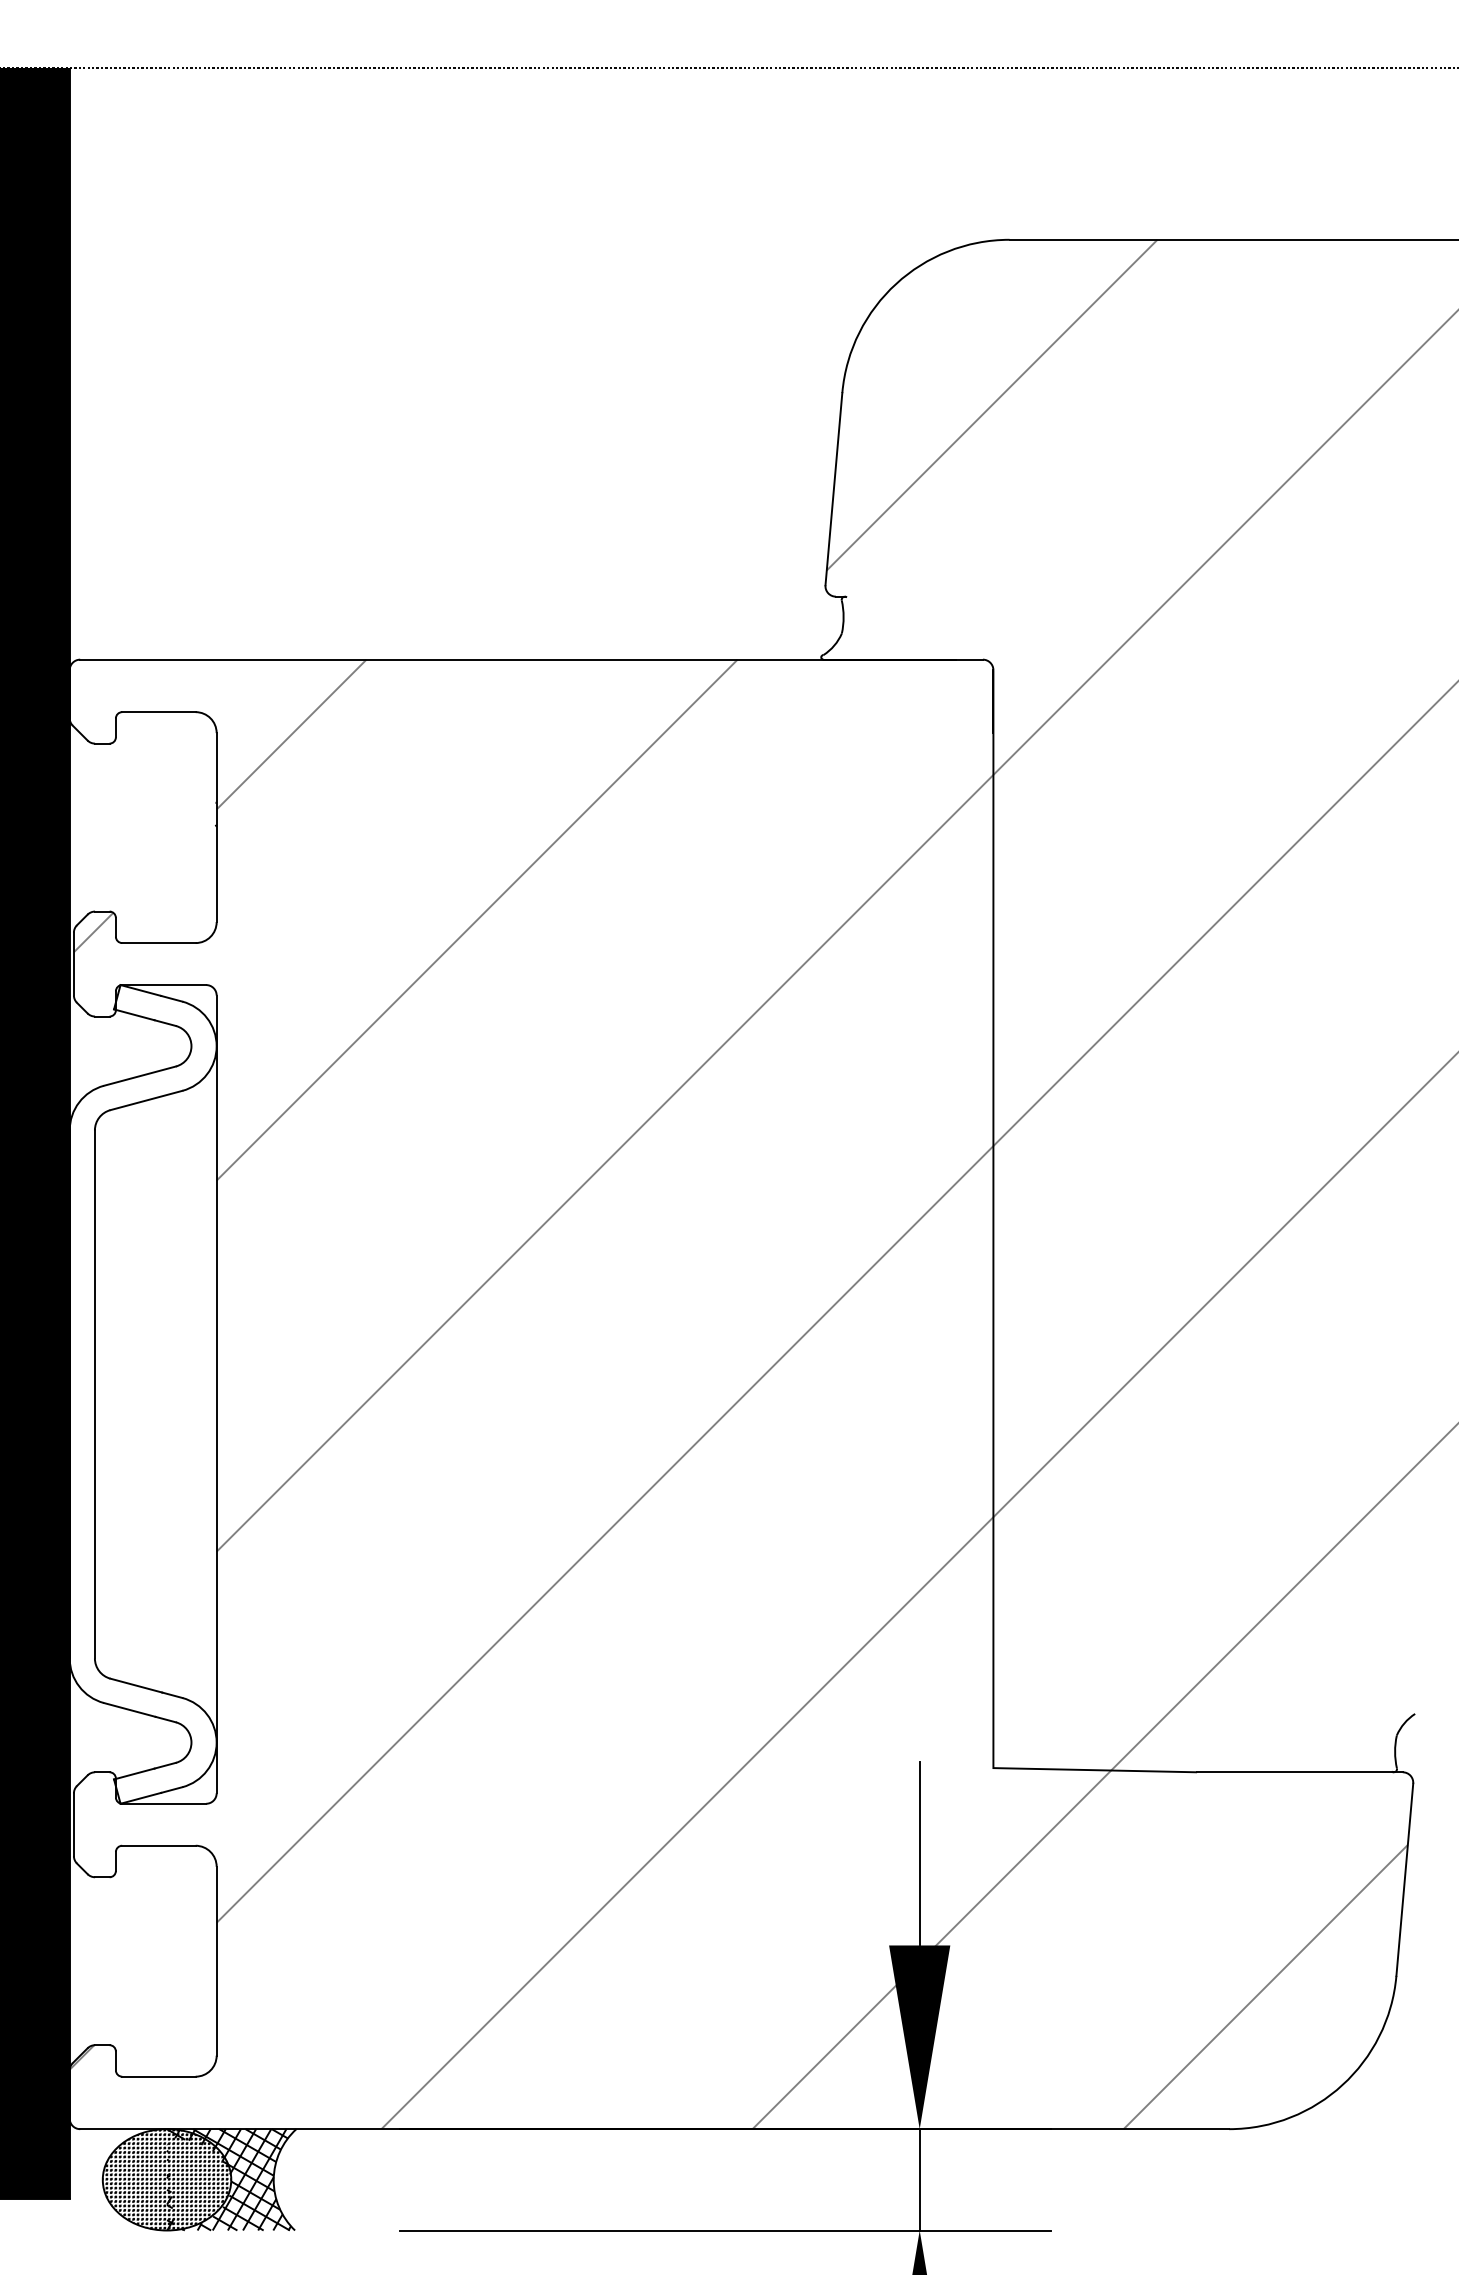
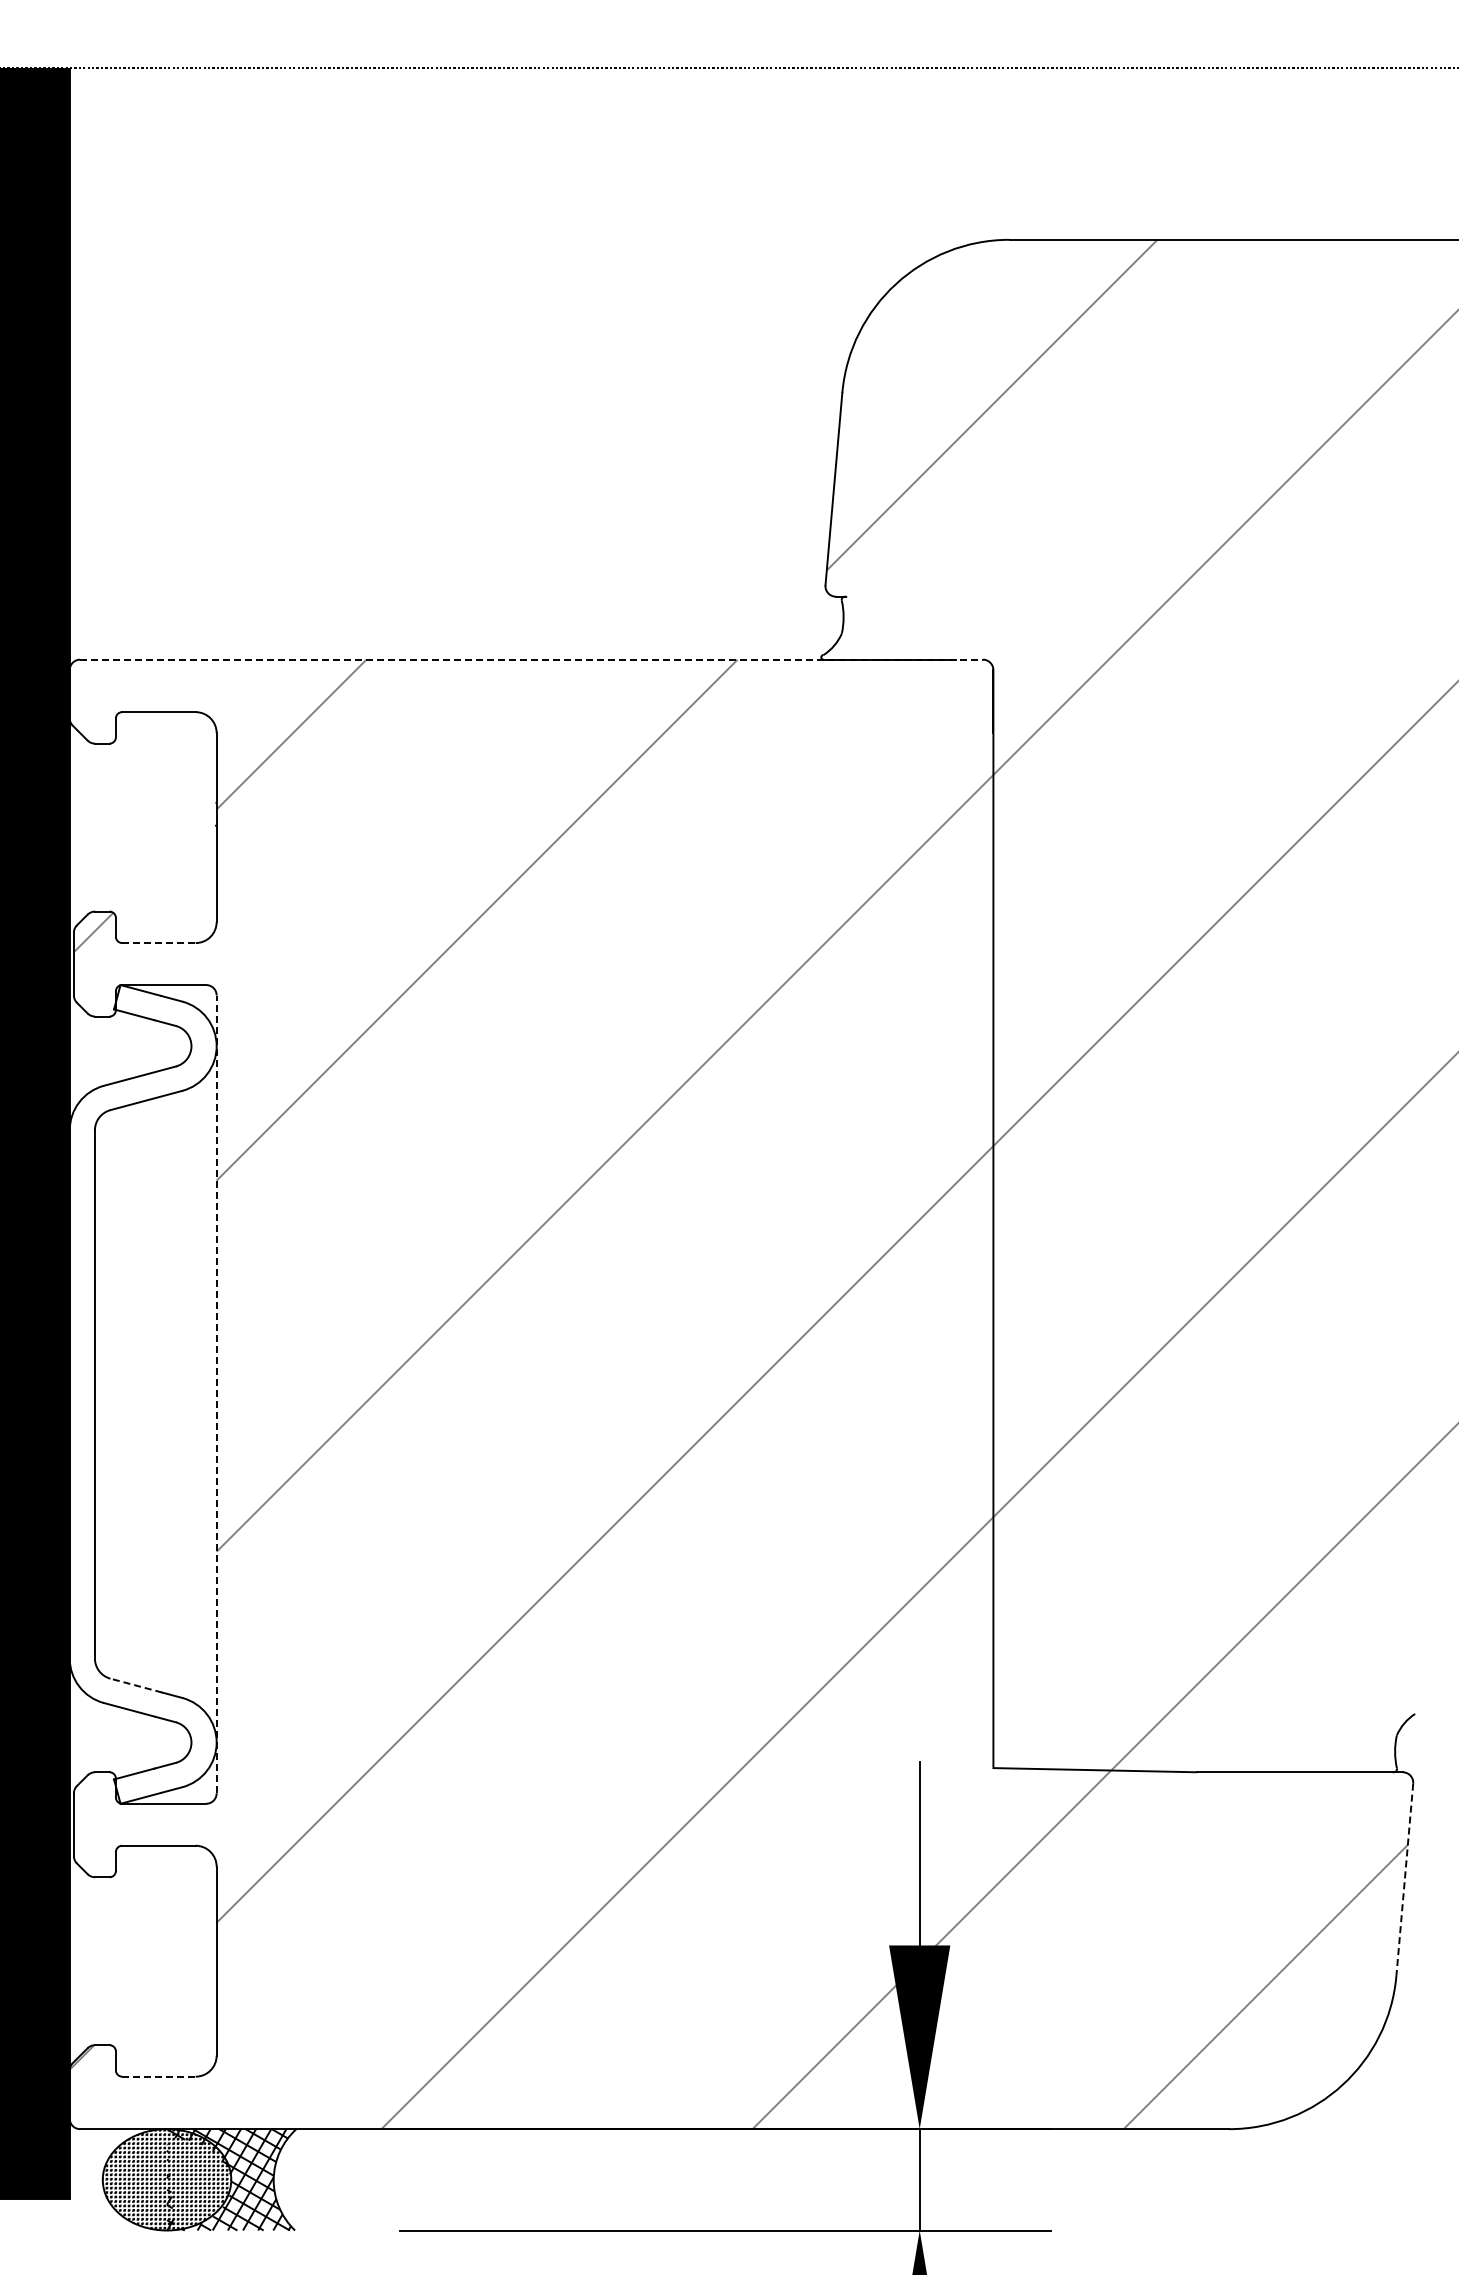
line at (532, 659): solid -> dashed
line at (158, 943): solid -> dashed
line at (216, 1394): solid -> dashed
line at (136, 1685): solid -> dashed
line at (1404, 1880): solid -> dashed
line at (158, 2076): solid -> dashed
